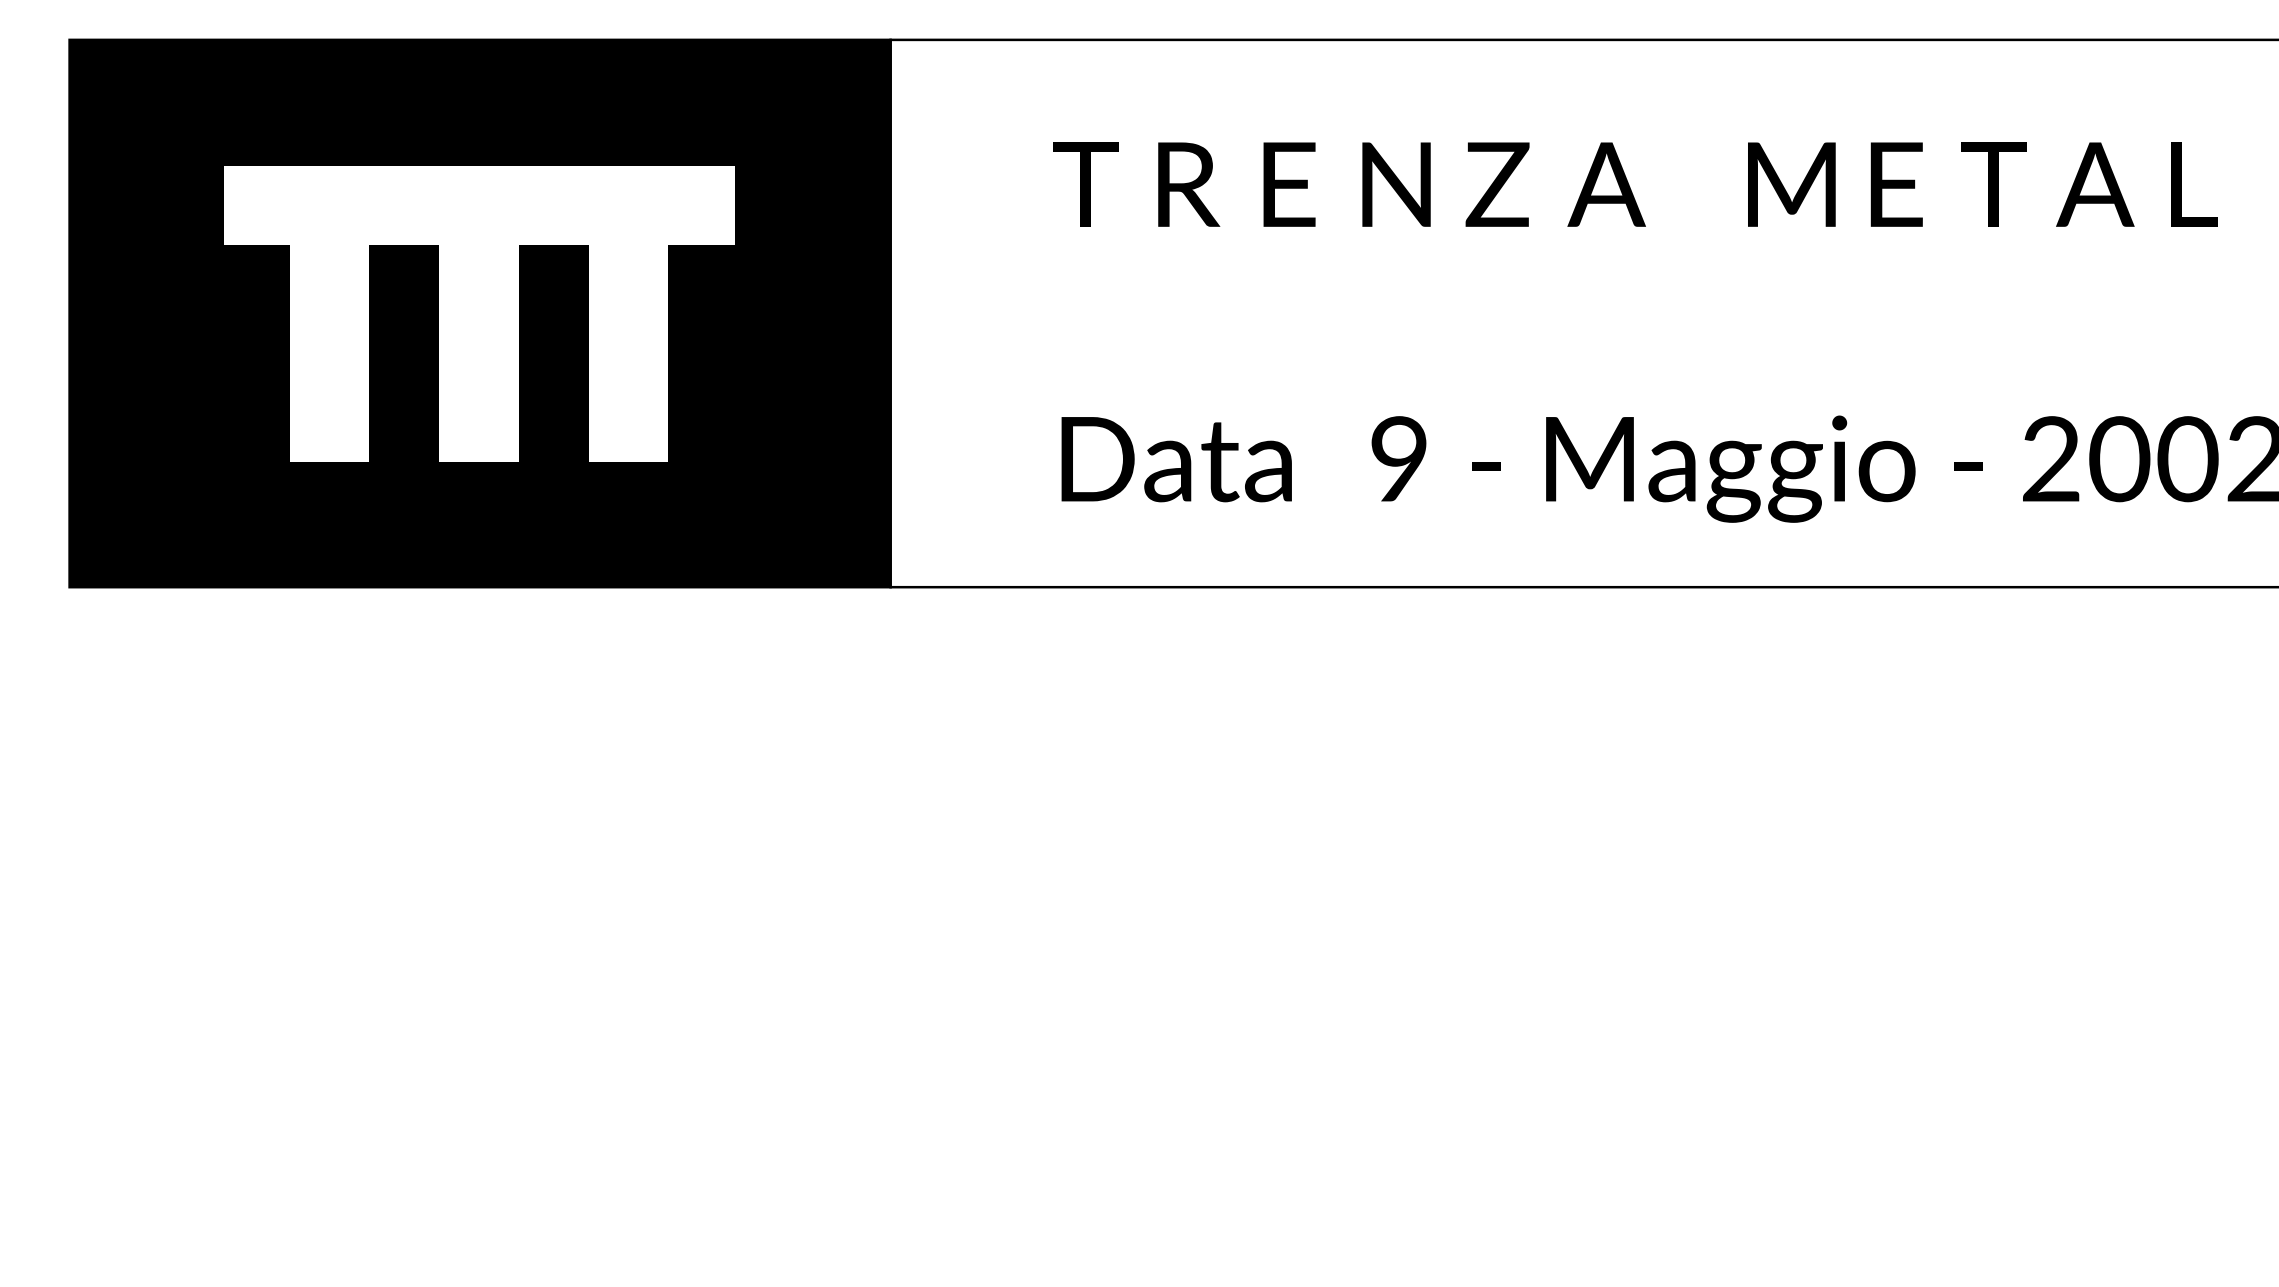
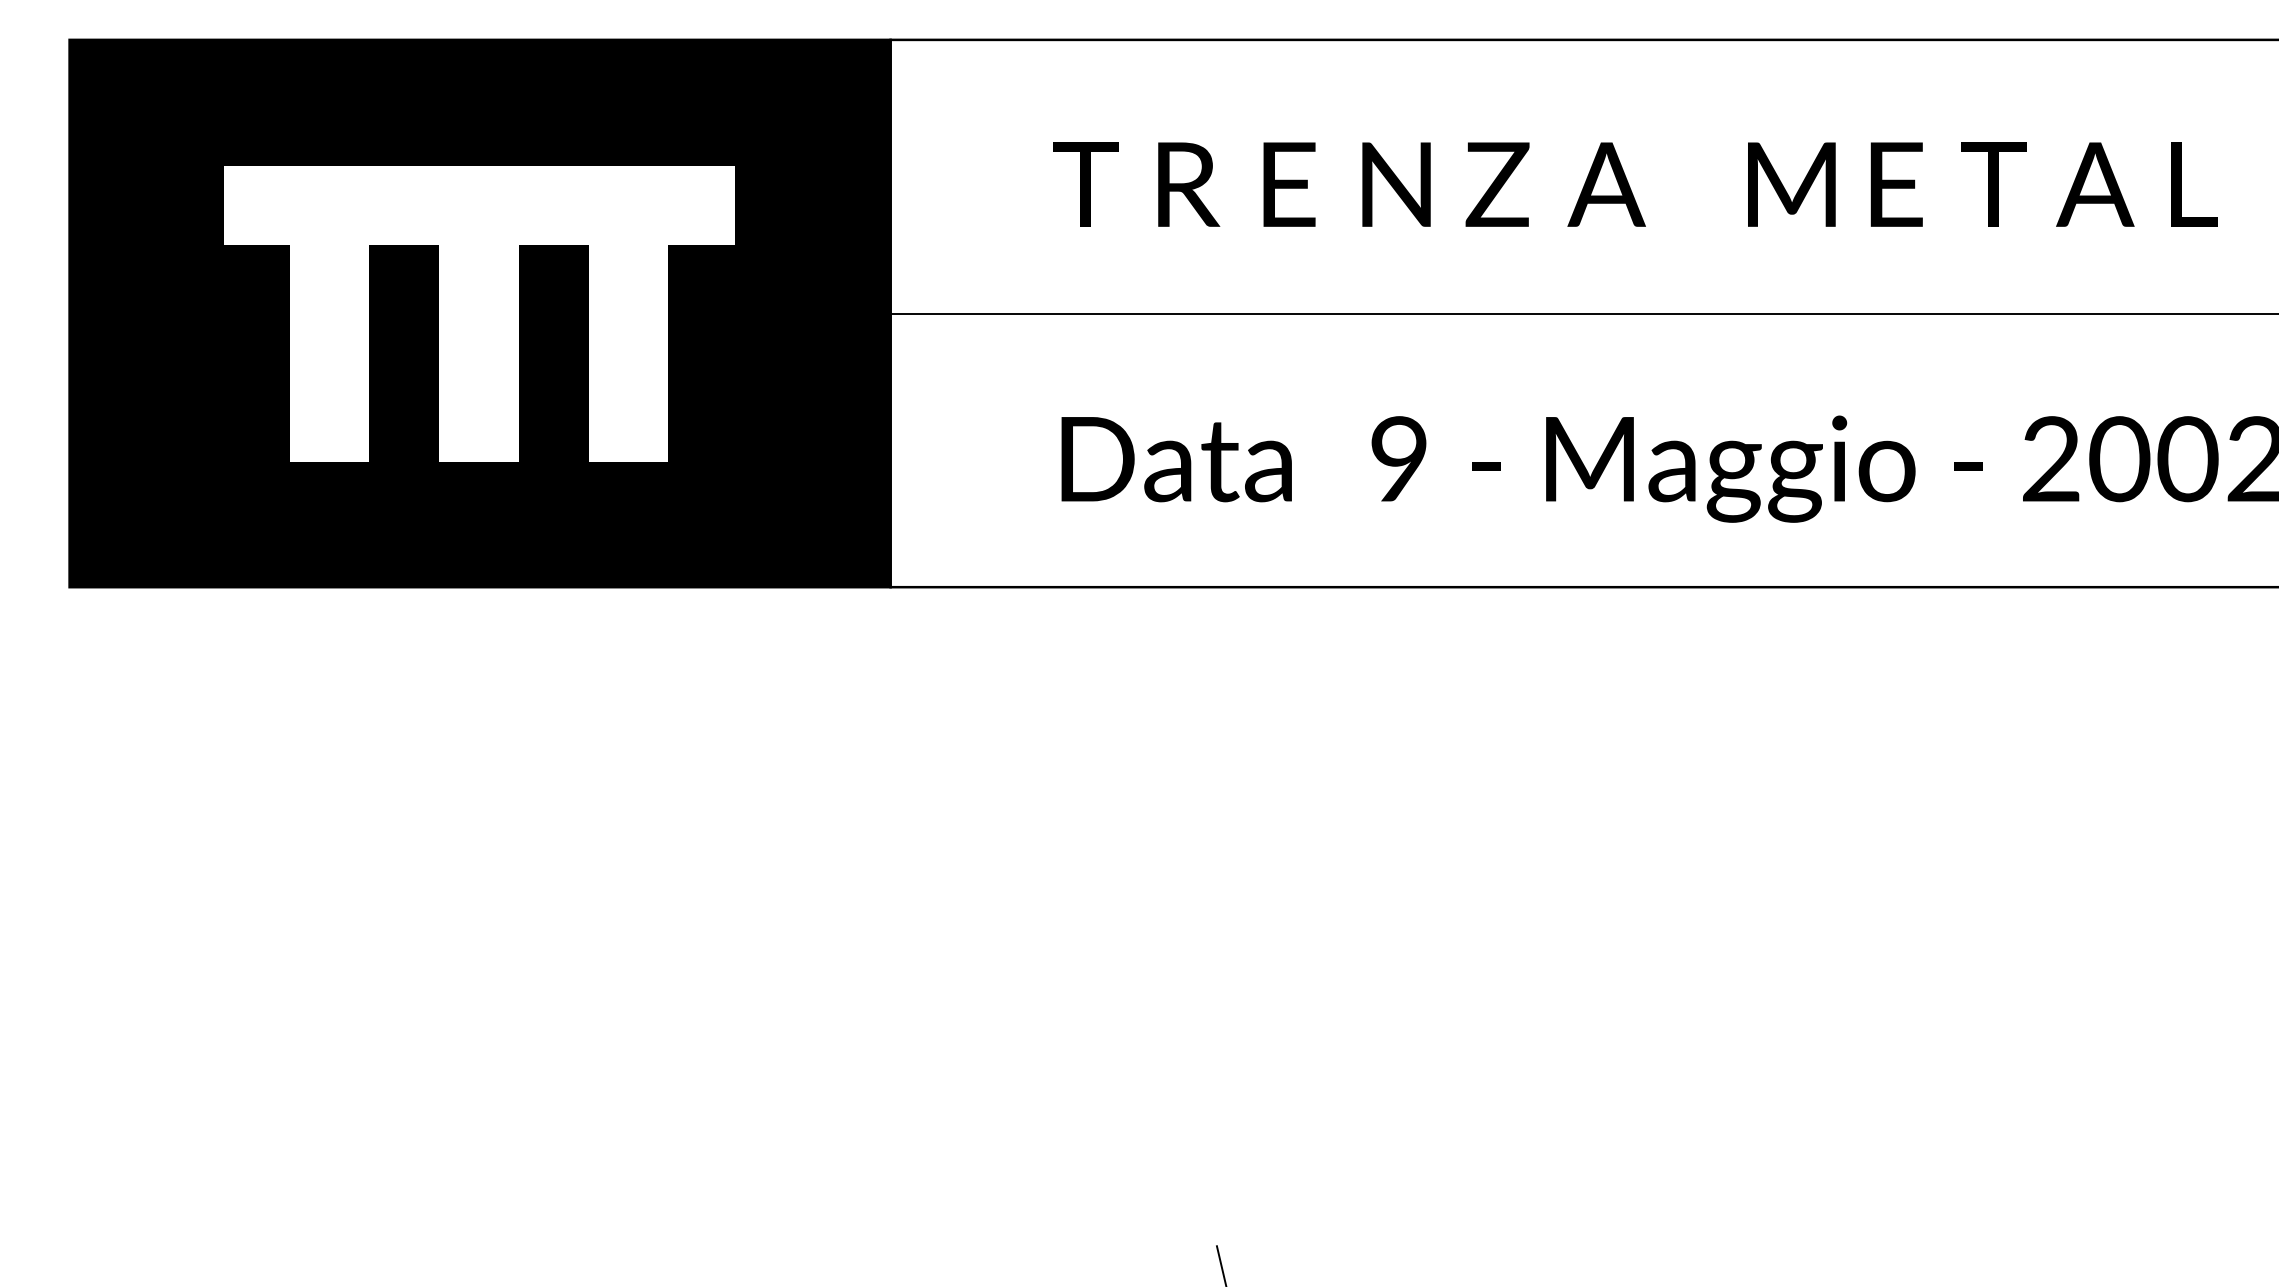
line at (1582, 313): none -> present
line at (1220, 1264): none -> present
